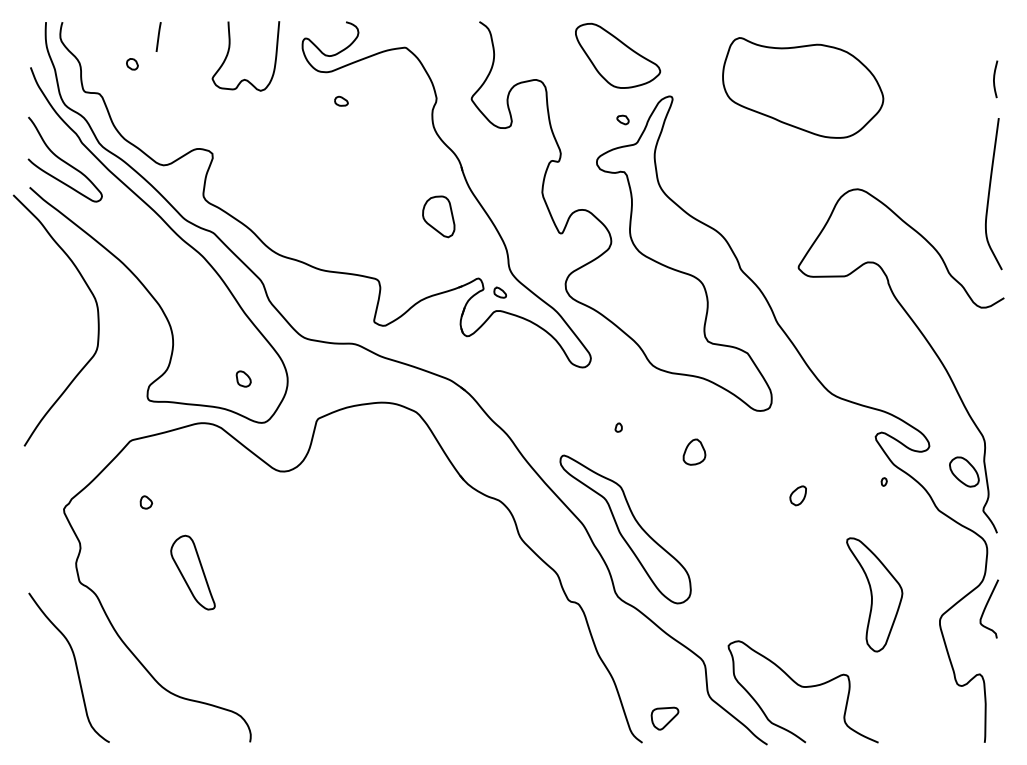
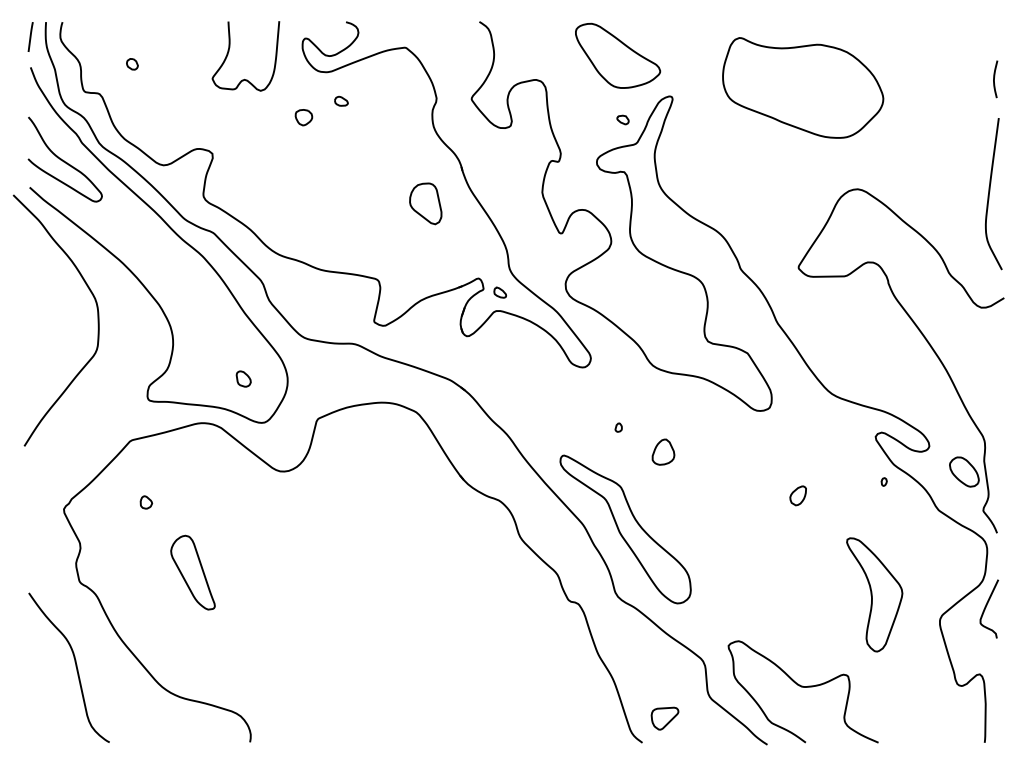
line at (158, 36) position: (158, 36) -> (30, 36)
part at (303, 117): none -> present
part at (438, 216) position: (438, 216) -> (425, 203)
part at (694, 451) position: (694, 451) -> (663, 451)
